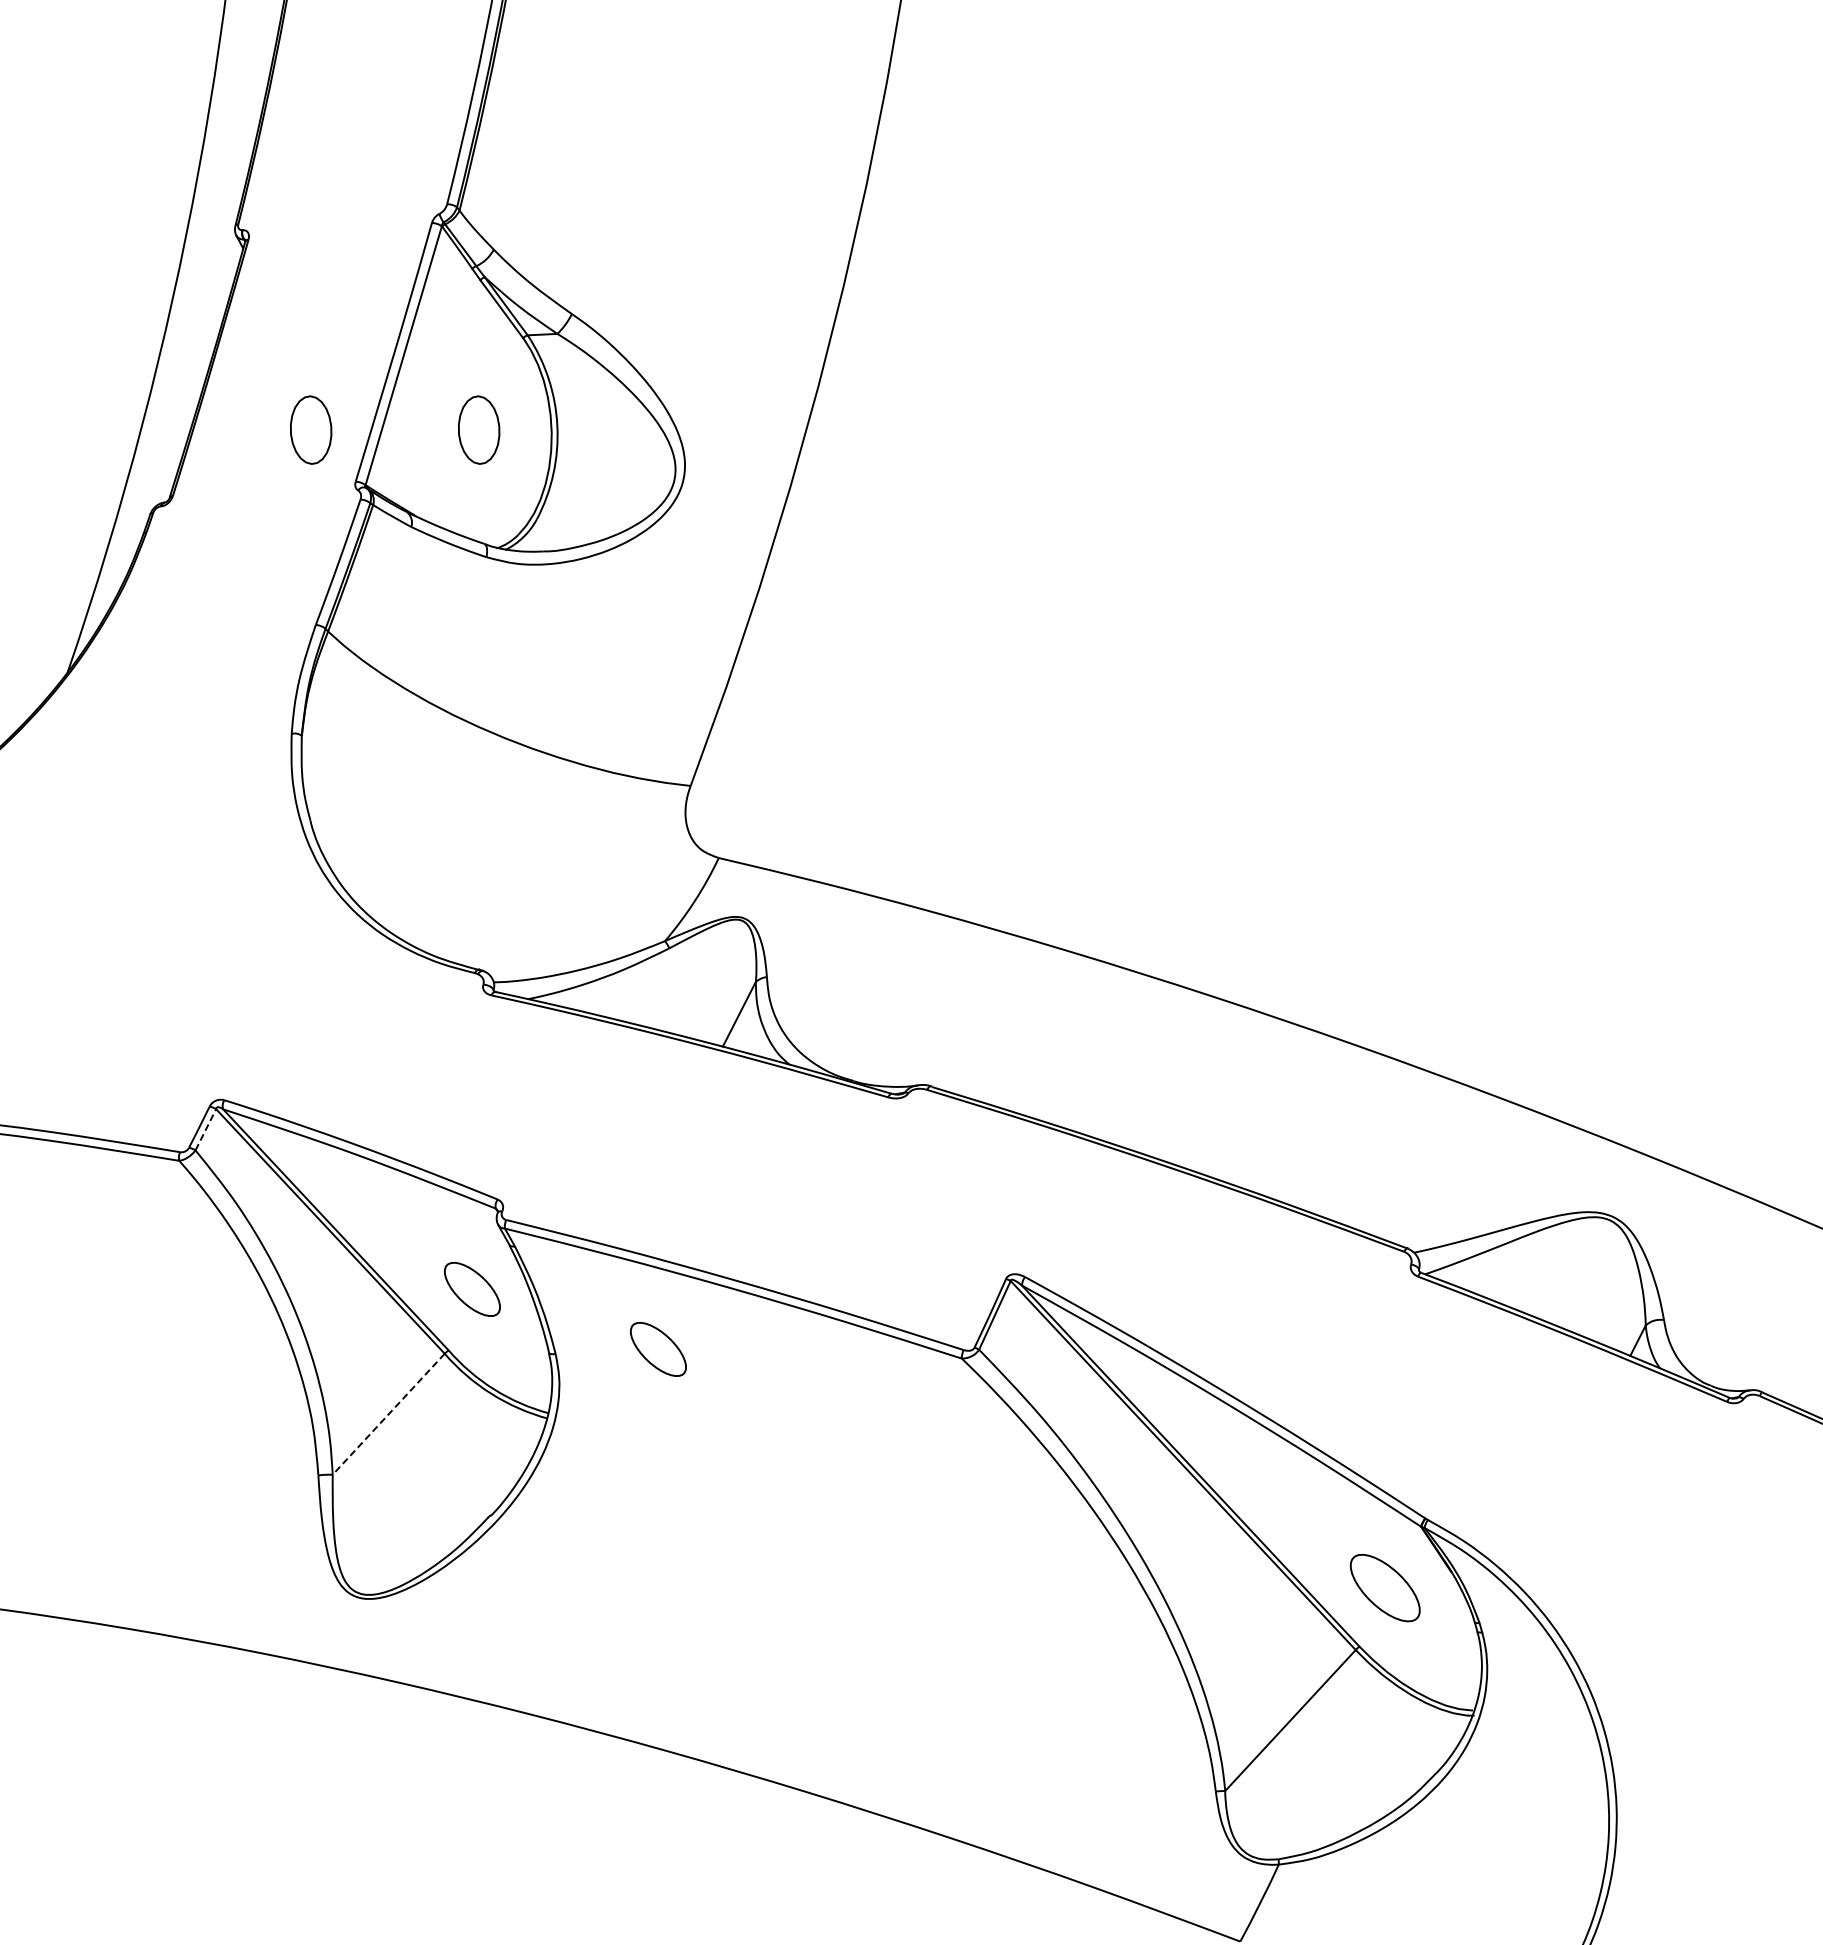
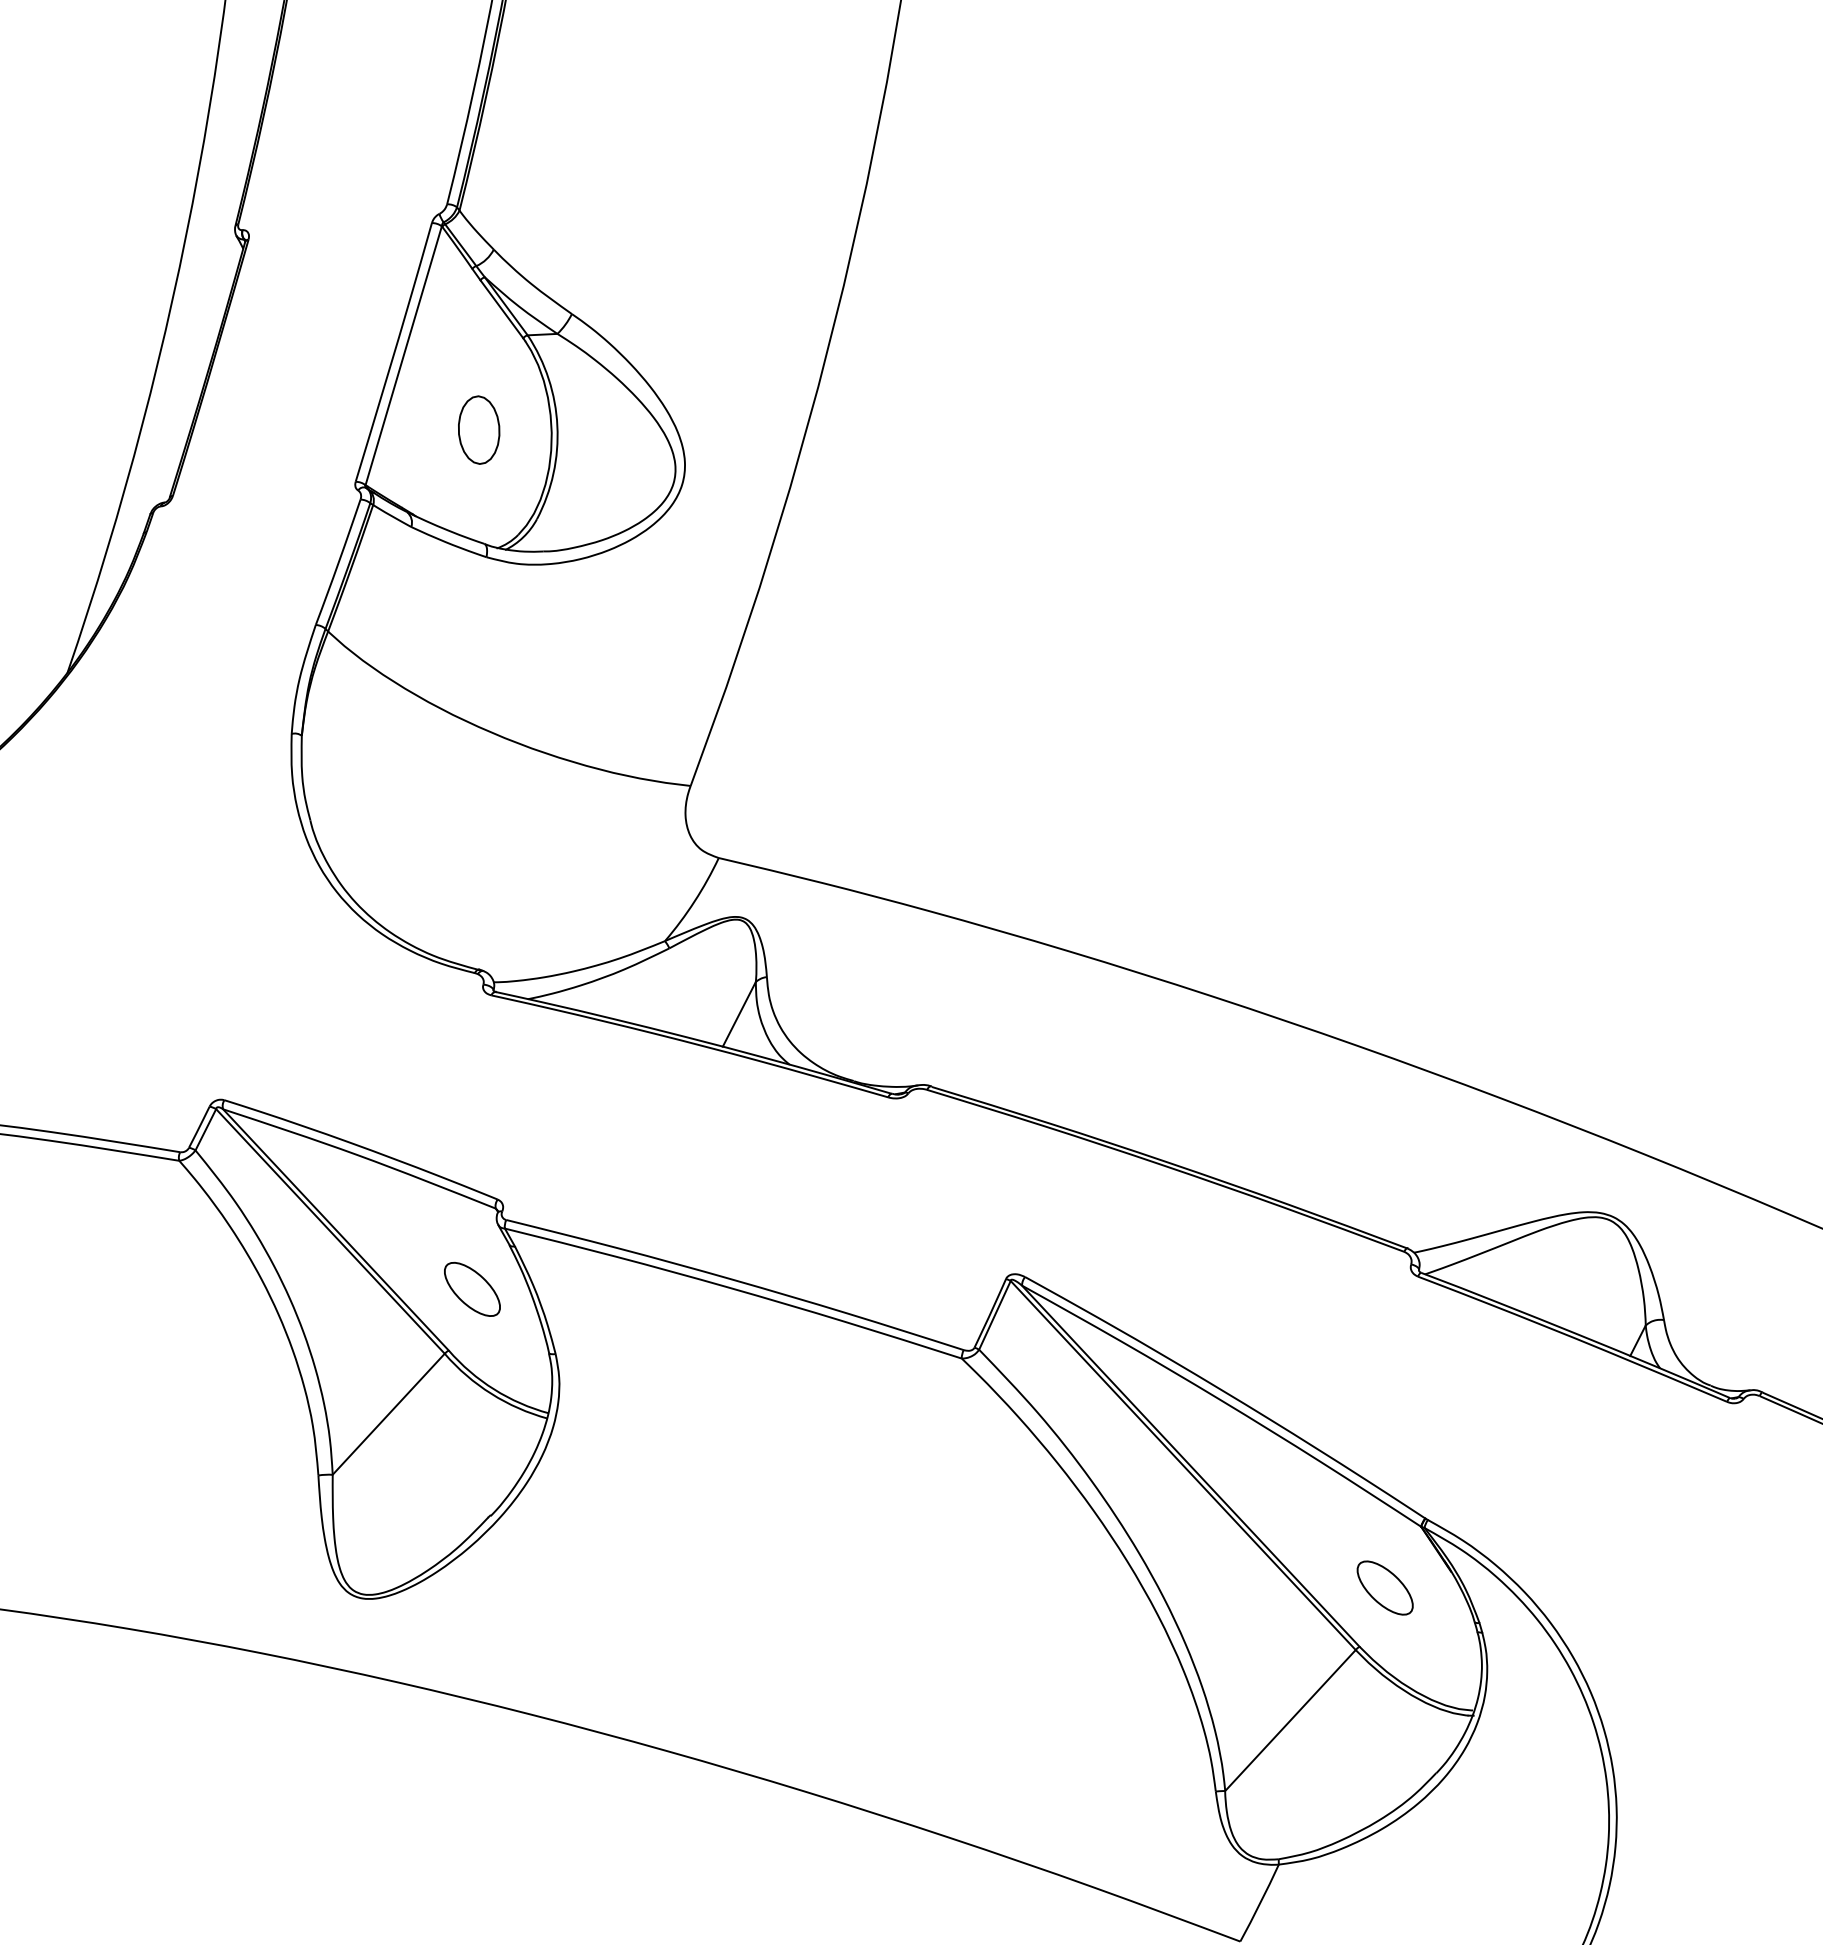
part at (311, 429): present -> none
line at (206, 1129): dashed -> solid
part at (658, 1348): present -> none
line at (388, 1414): dashed -> solid
part at (1384, 1587) size: 72x70 px -> 58x56 px
